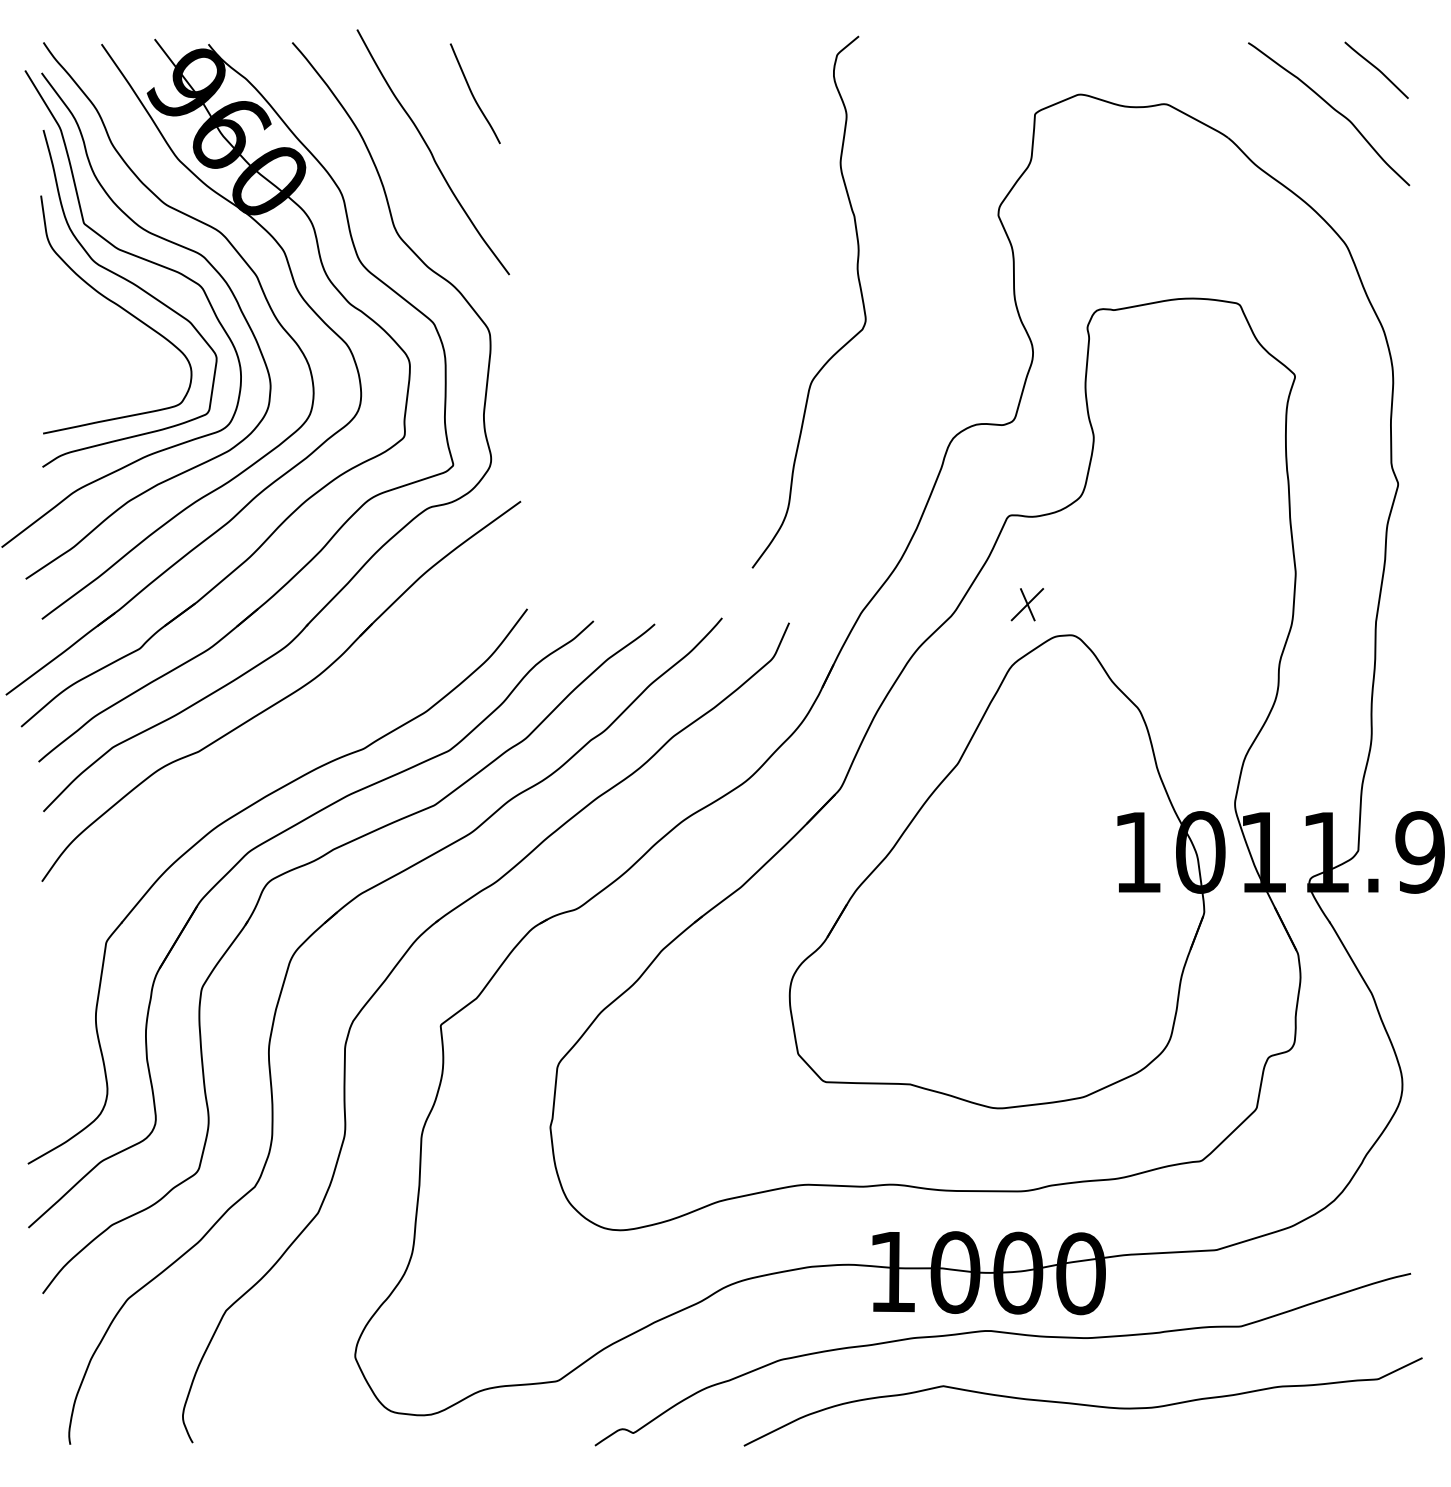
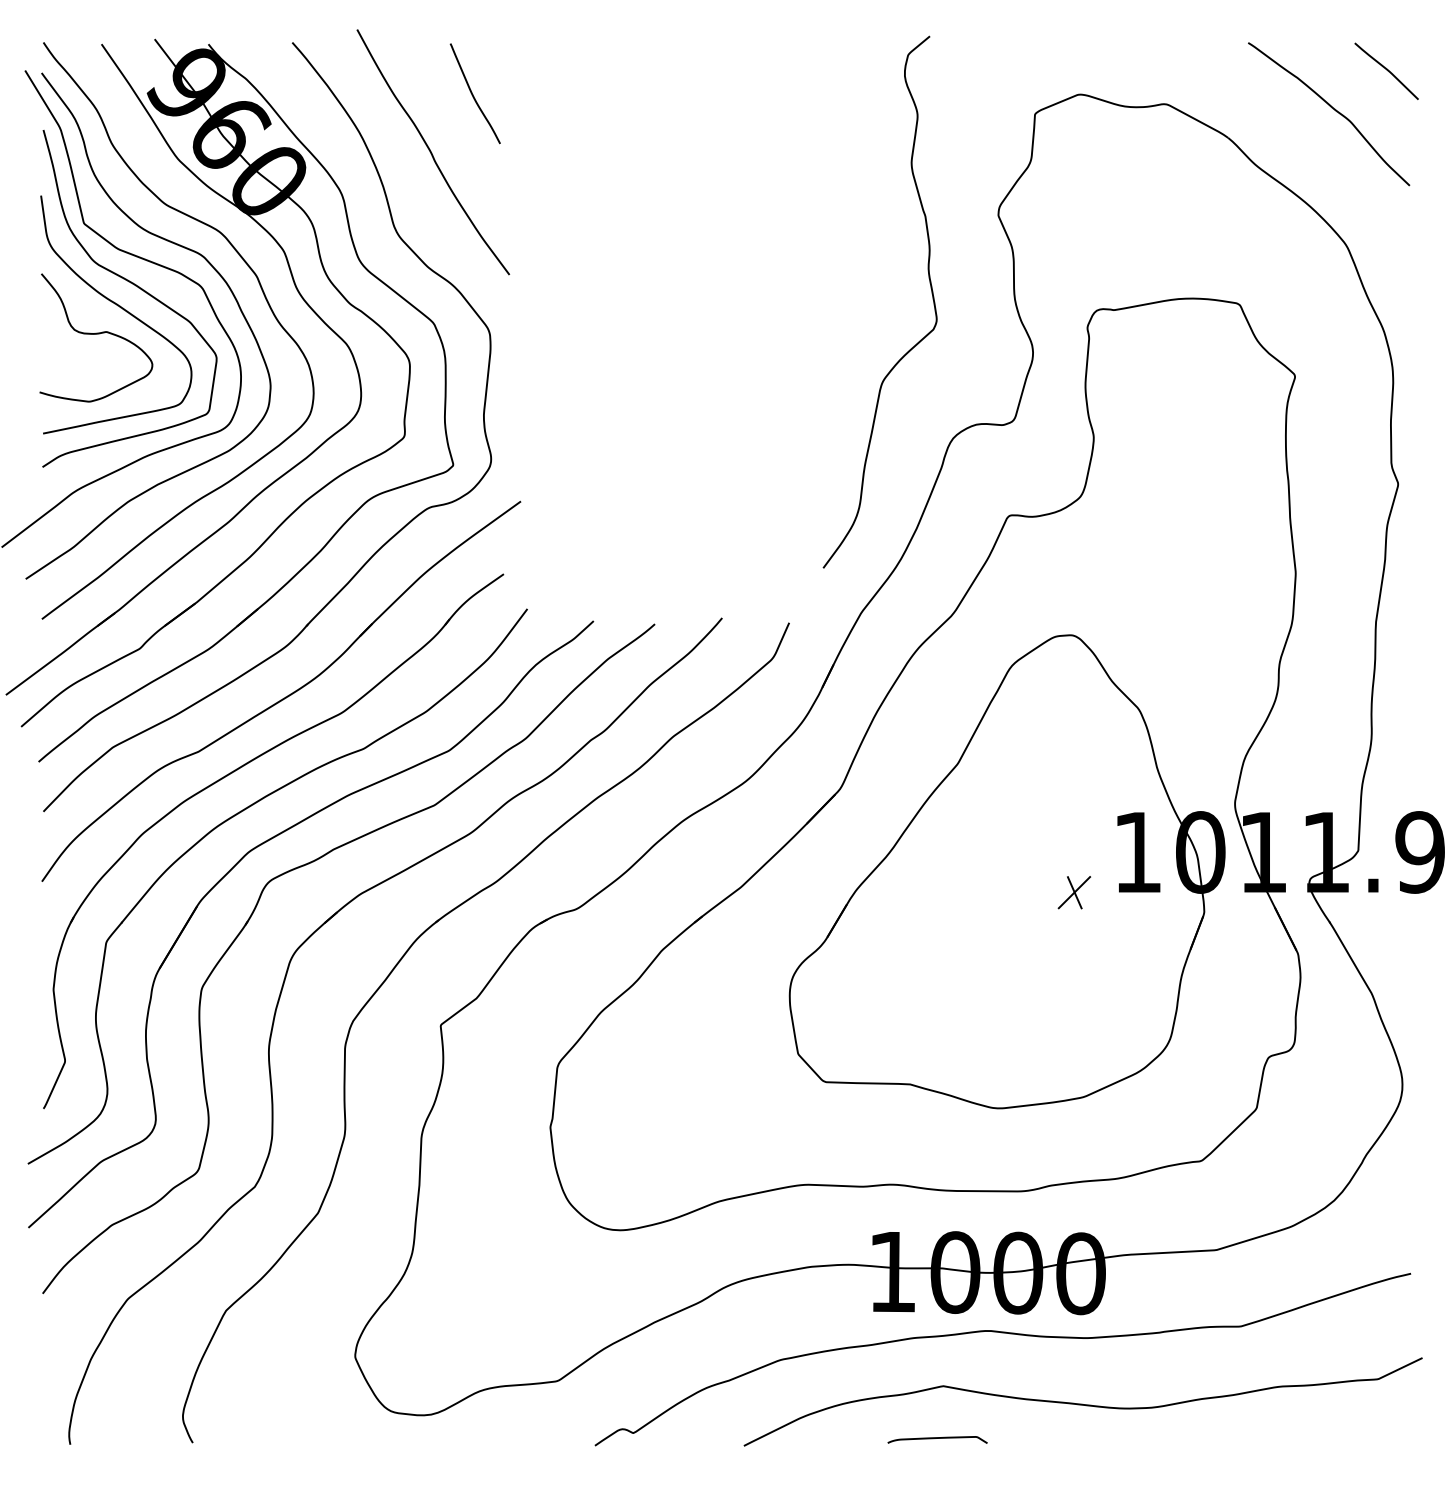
curve at (1376, 69) position: (1376, 69) -> (1386, 70)
curve at (860, 293) position: (860, 293) -> (931, 293)
curve at (96, 334): none -> present
part at (1026, 604) position: (1026, 604) -> (1073, 892)
part at (234, 772): none -> present
curve at (937, 1438): none -> present
